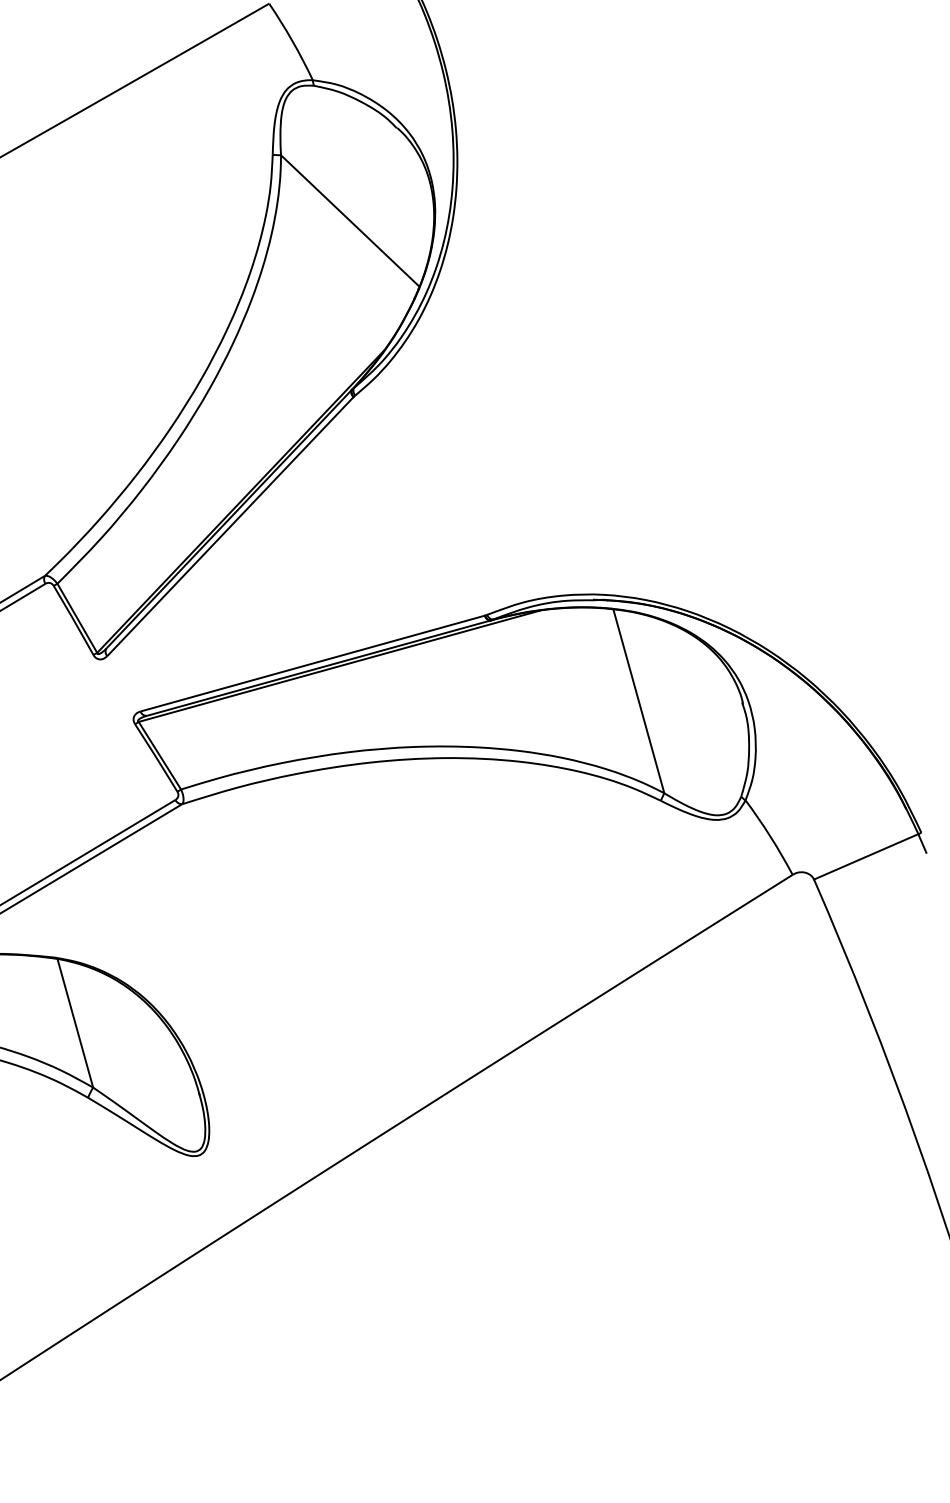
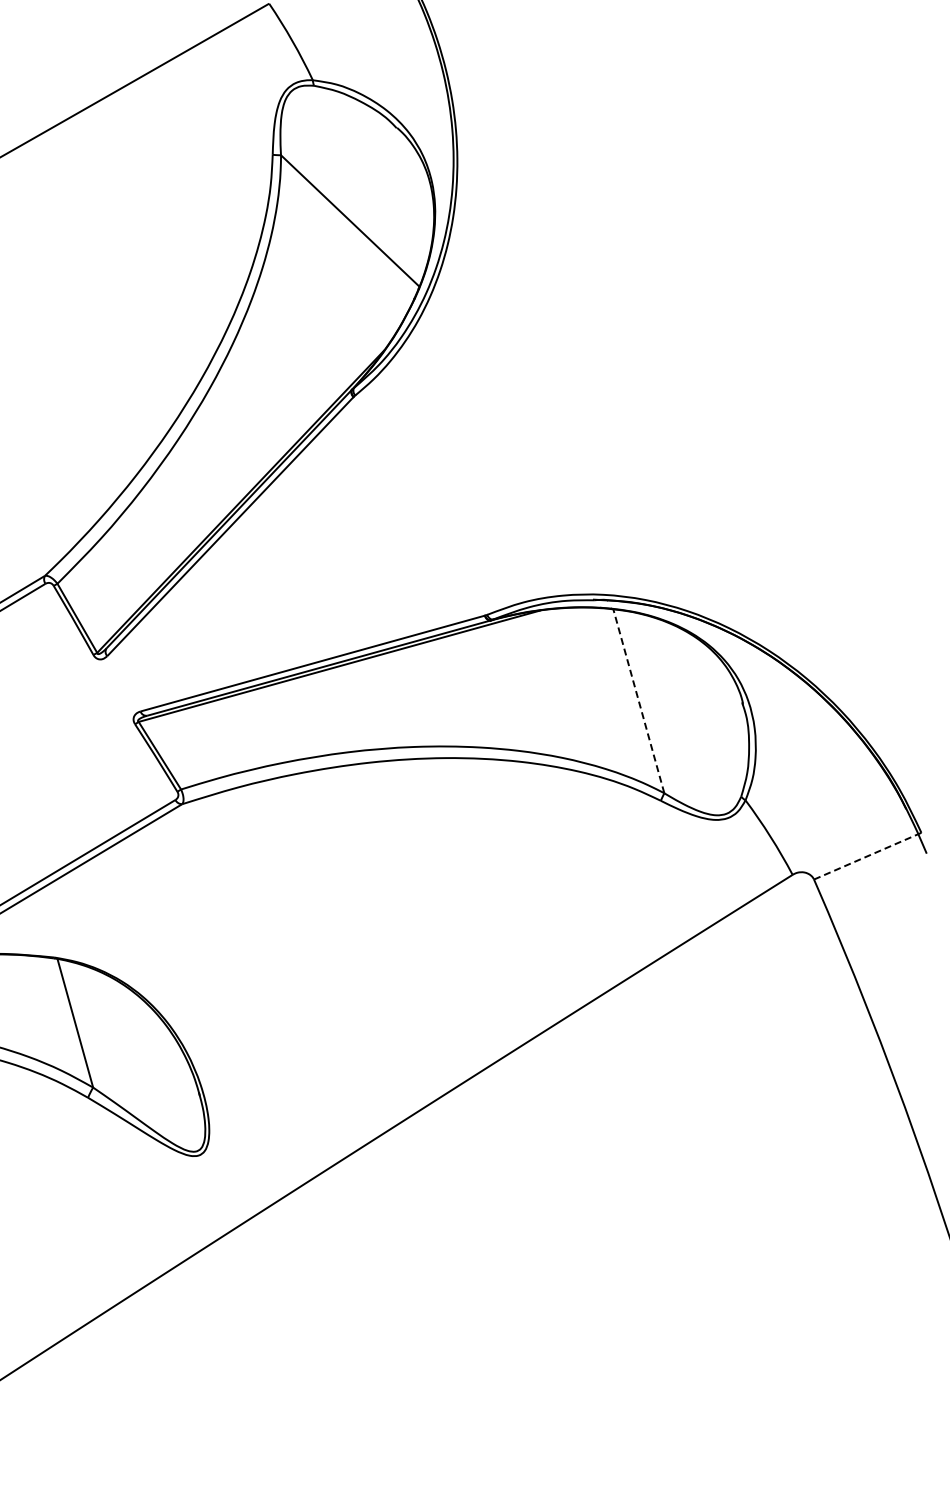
line at (638, 700): solid -> dashed
line at (866, 856): solid -> dashed
